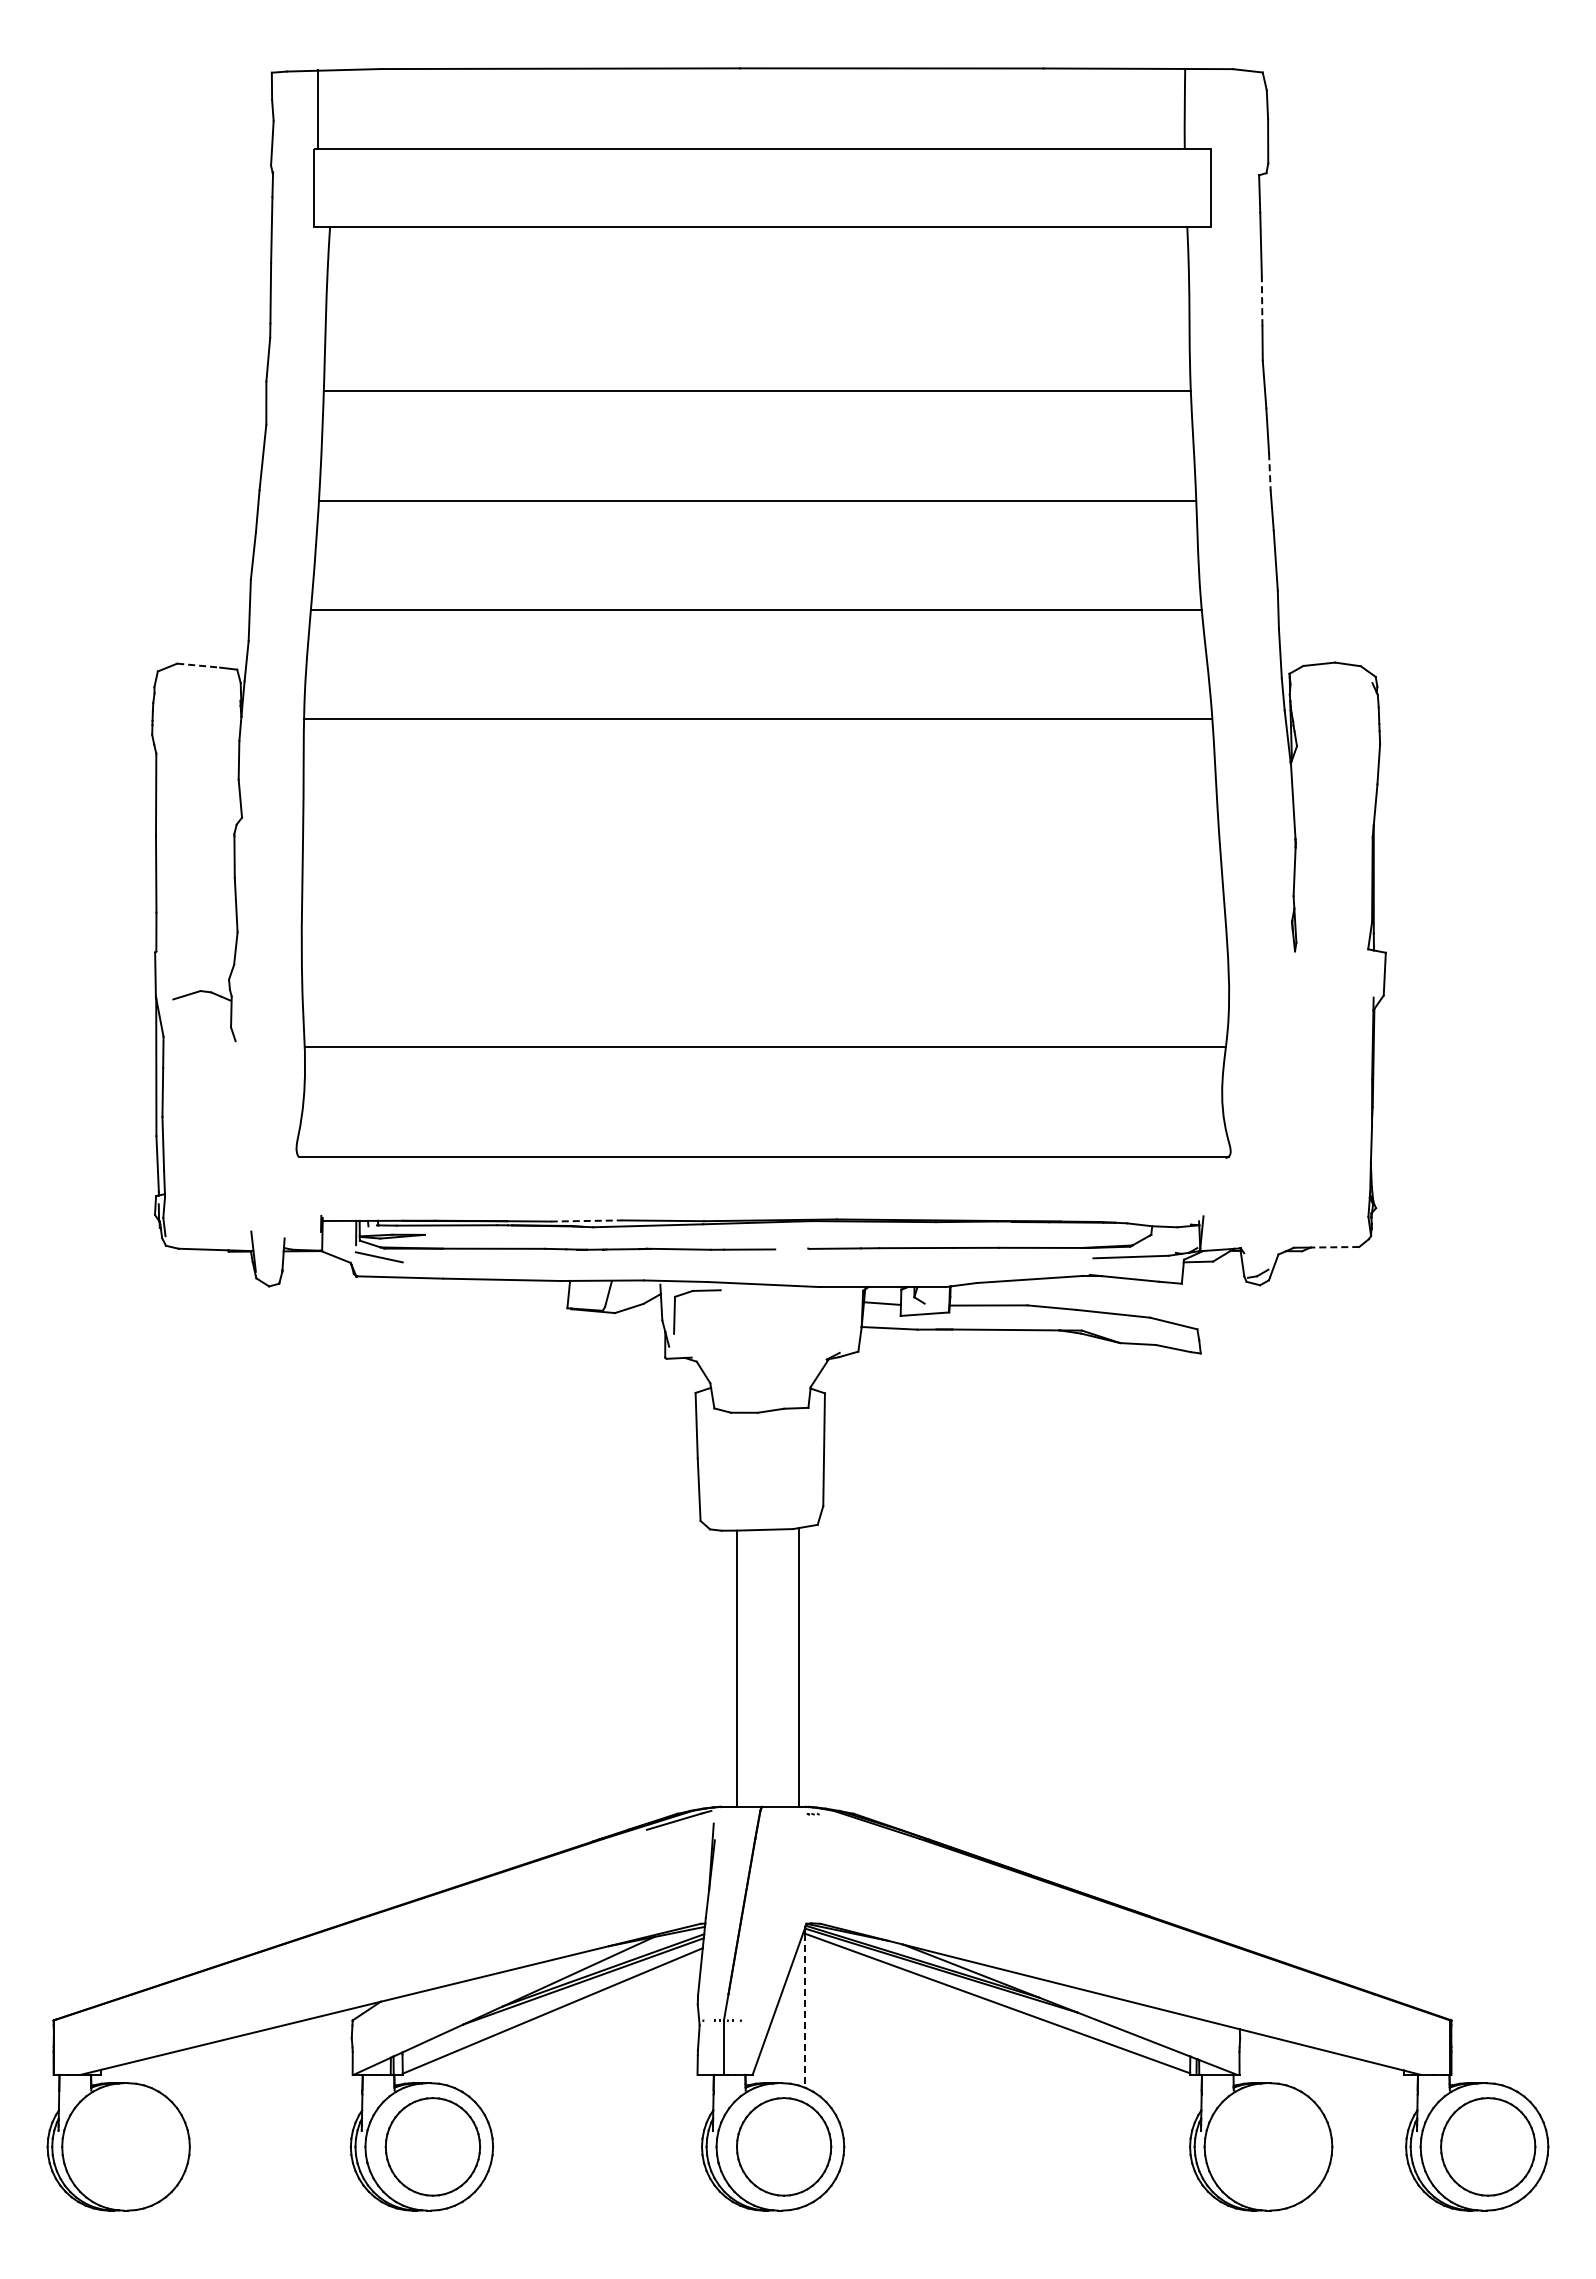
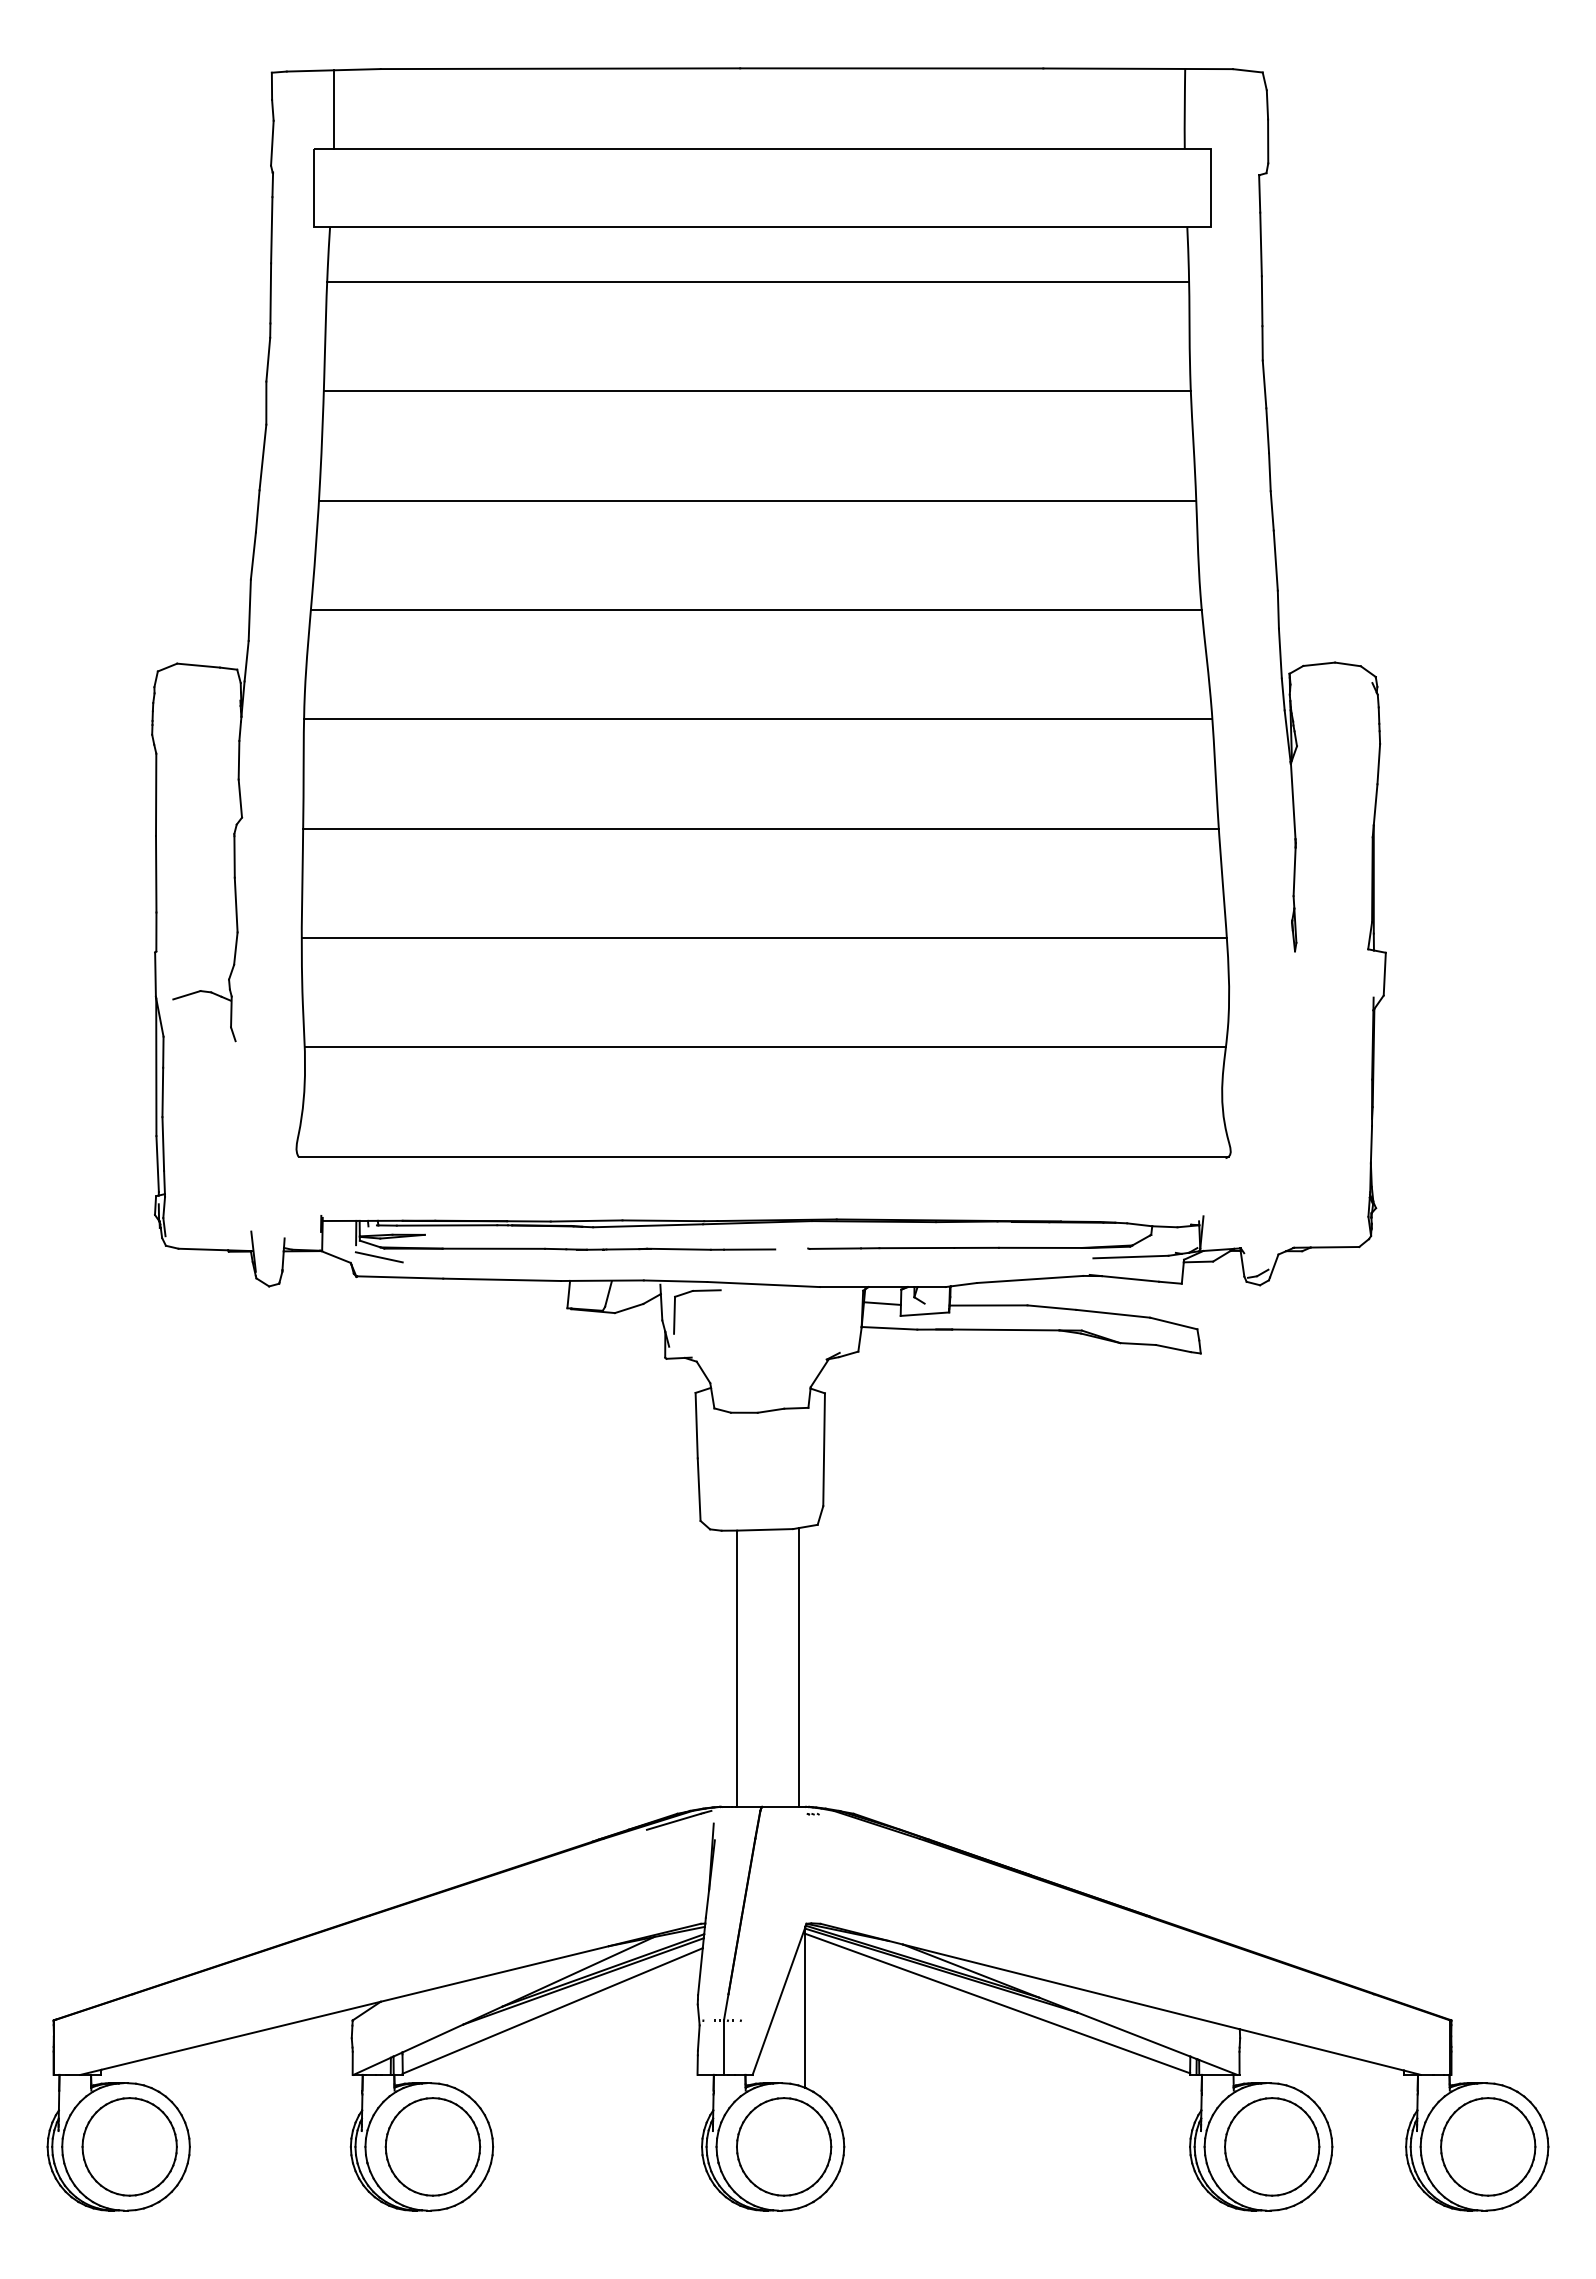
line at (317, 109) position: (317, 109) -> (333, 109)
line at (758, 281): none -> present
line at (1262, 301): dashed -> solid
line at (1269, 472): dashed -> solid
line at (198, 665): dashed -> solid
line at (760, 828): none -> present
line at (763, 938): none -> present
line at (586, 1220): dashed -> solid
line at (1334, 1247): dashed -> solid
line at (805, 2011): dashed -> solid
part at (129, 2146): none -> present
part at (1272, 2146): none -> present
